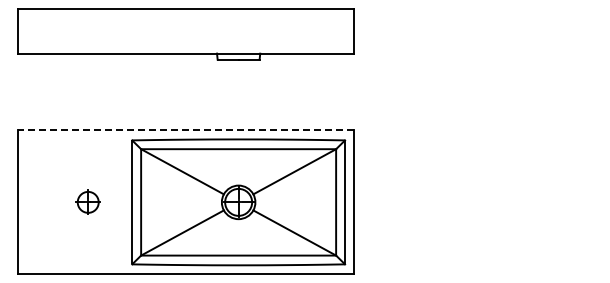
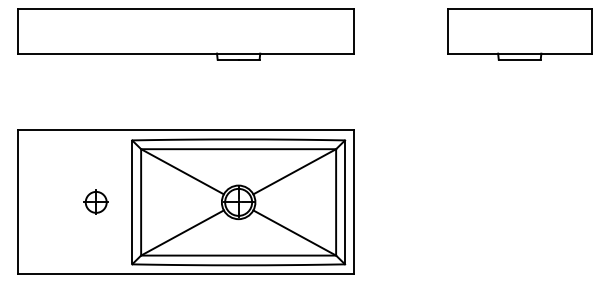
part at (519, 34): none -> present
line at (186, 130): dashed -> solid
part at (87, 201) position: (87, 201) -> (95, 201)
